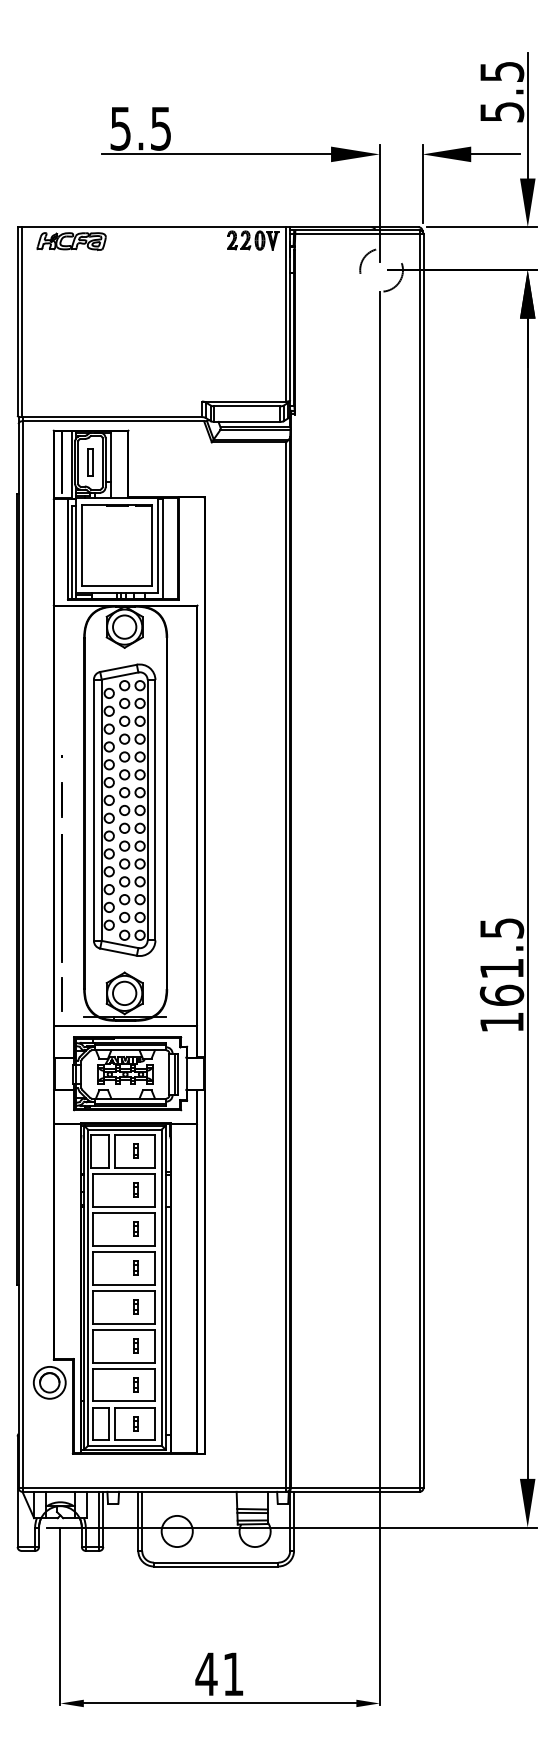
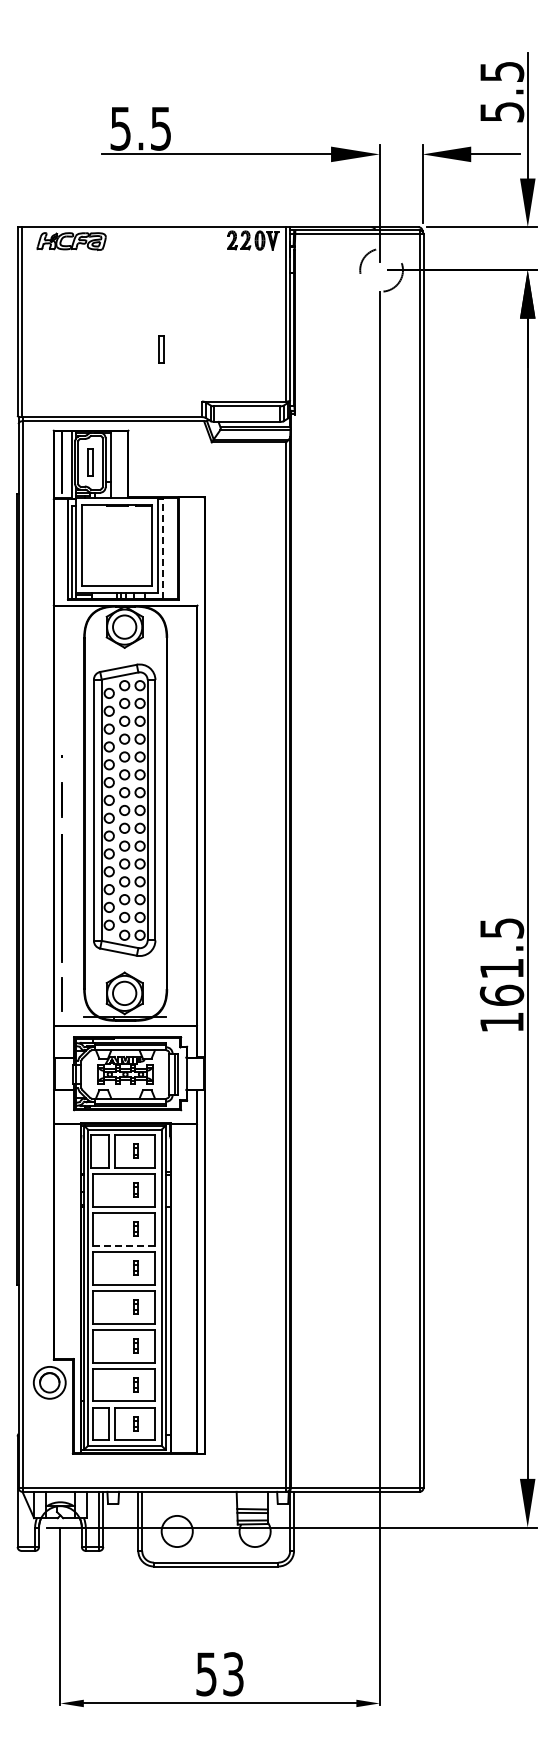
part at (161, 349): none -> present
line at (162, 548): solid -> dashed
line at (124, 1245): solid -> dashed
text at (219, 1674): 41 -> 53
